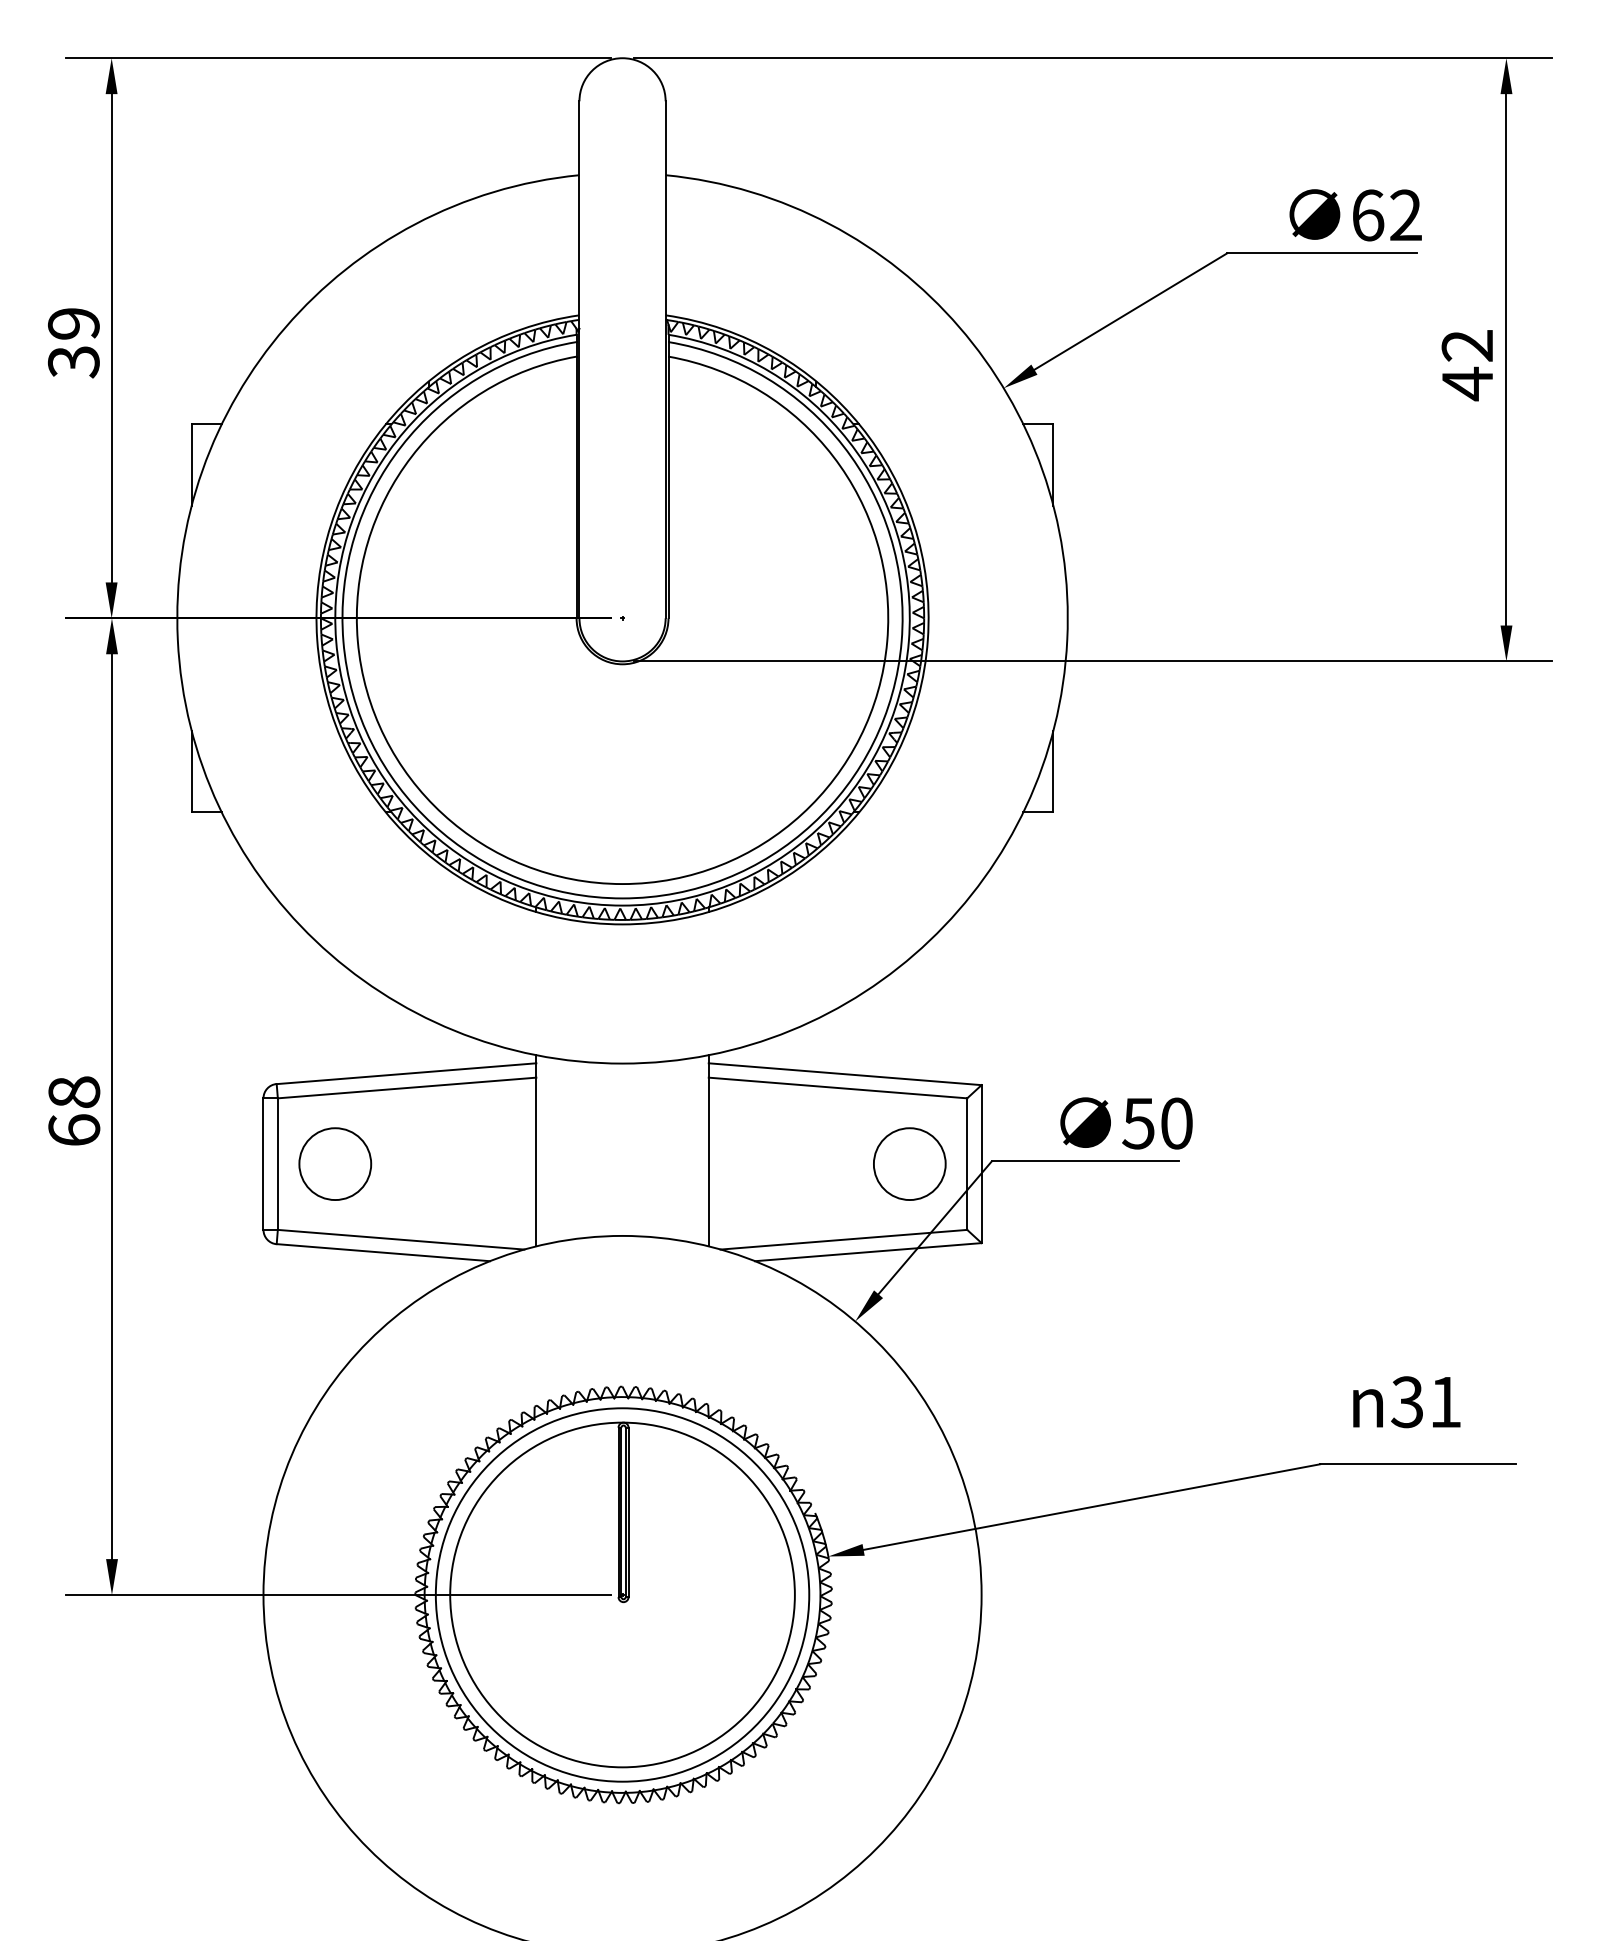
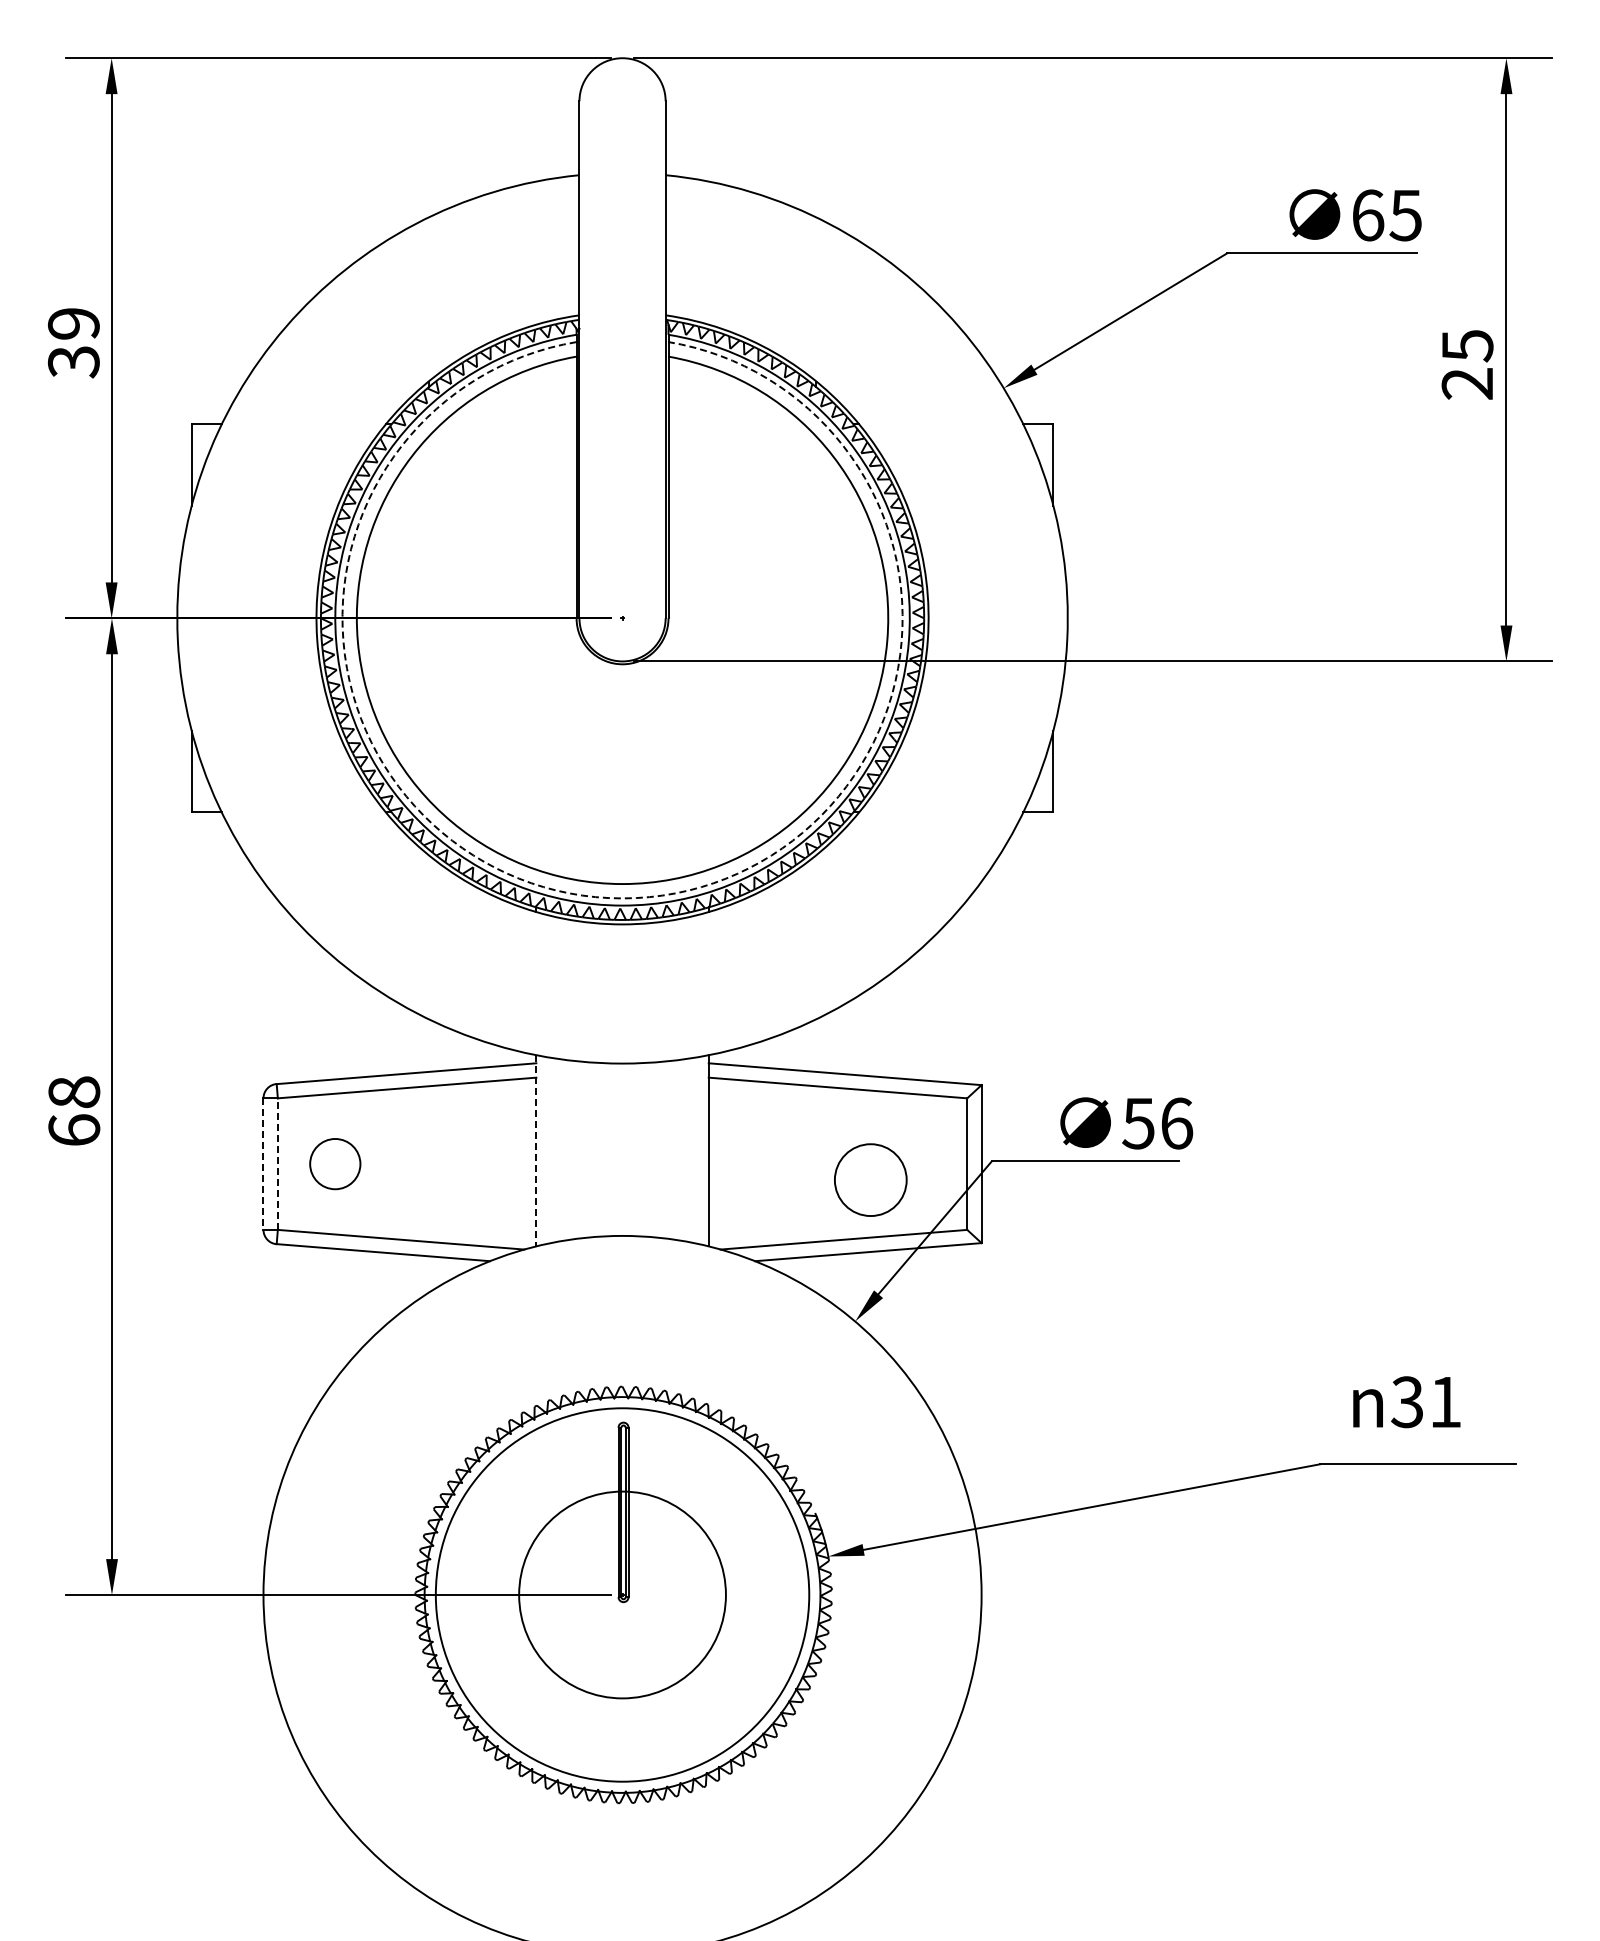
text at (1405, 215): 62 -> 65
text at (1467, 365): 42 -> 25
arc at (622, 898): solid -> dashed
text at (1177, 1123): 50 -> 56
line at (536, 1150): solid -> dashed
circle at (909, 1163) position: (909, 1163) -> (870, 1179)
line at (263, 1164): solid -> dashed
line at (277, 1164): solid -> dashed
circle at (335, 1164) diameter: 72 px -> 50 px
circle at (622, 1594) diameter: 345 px -> 207 px
